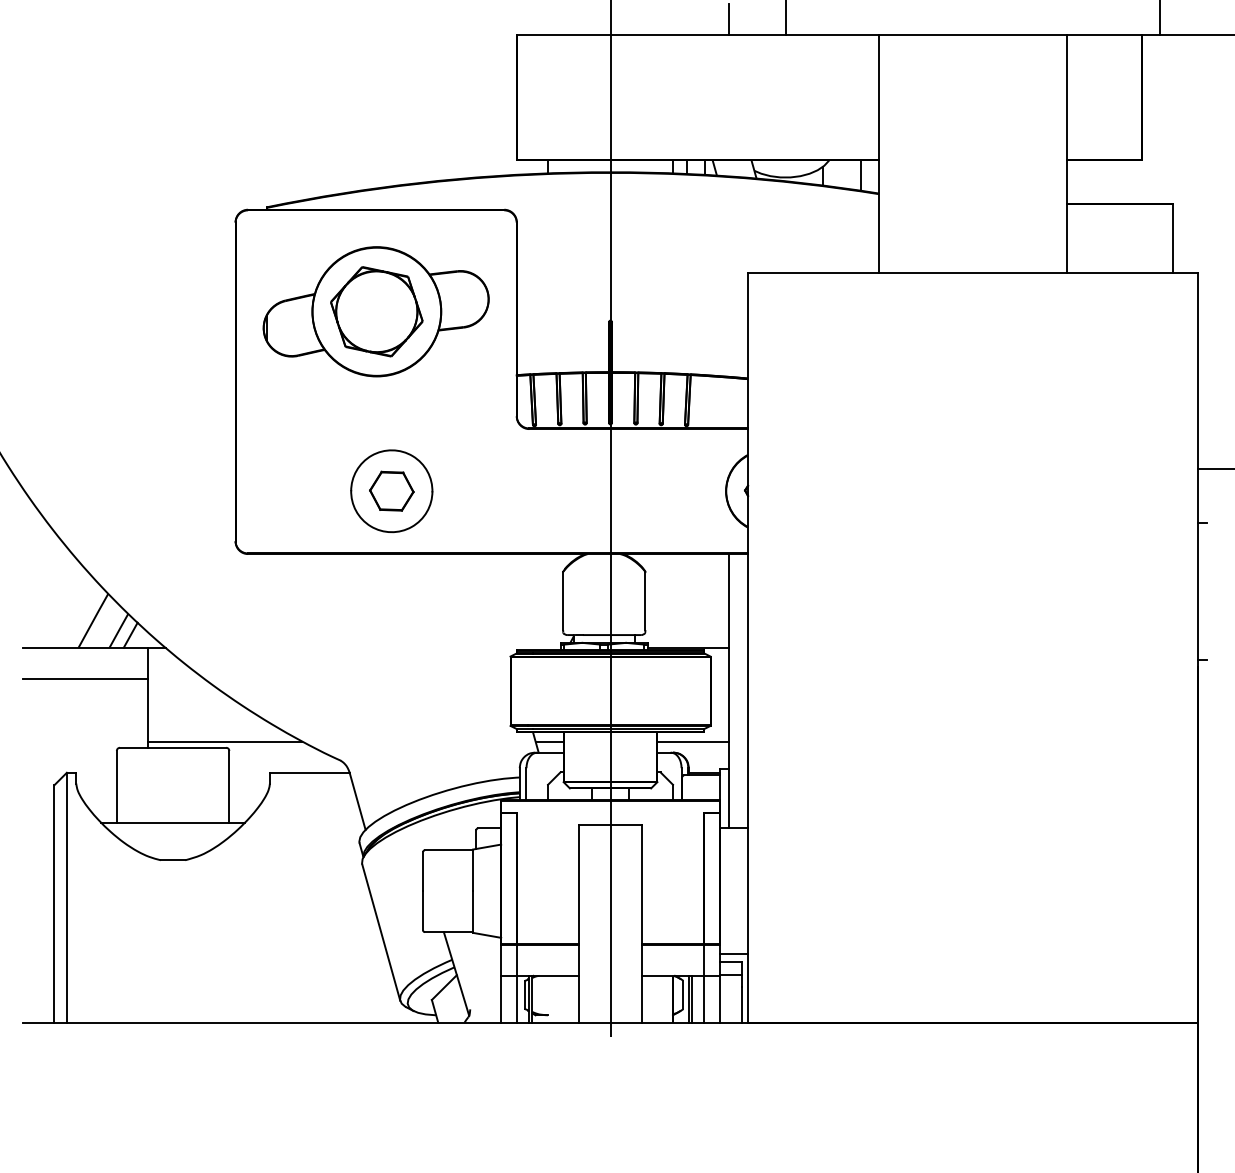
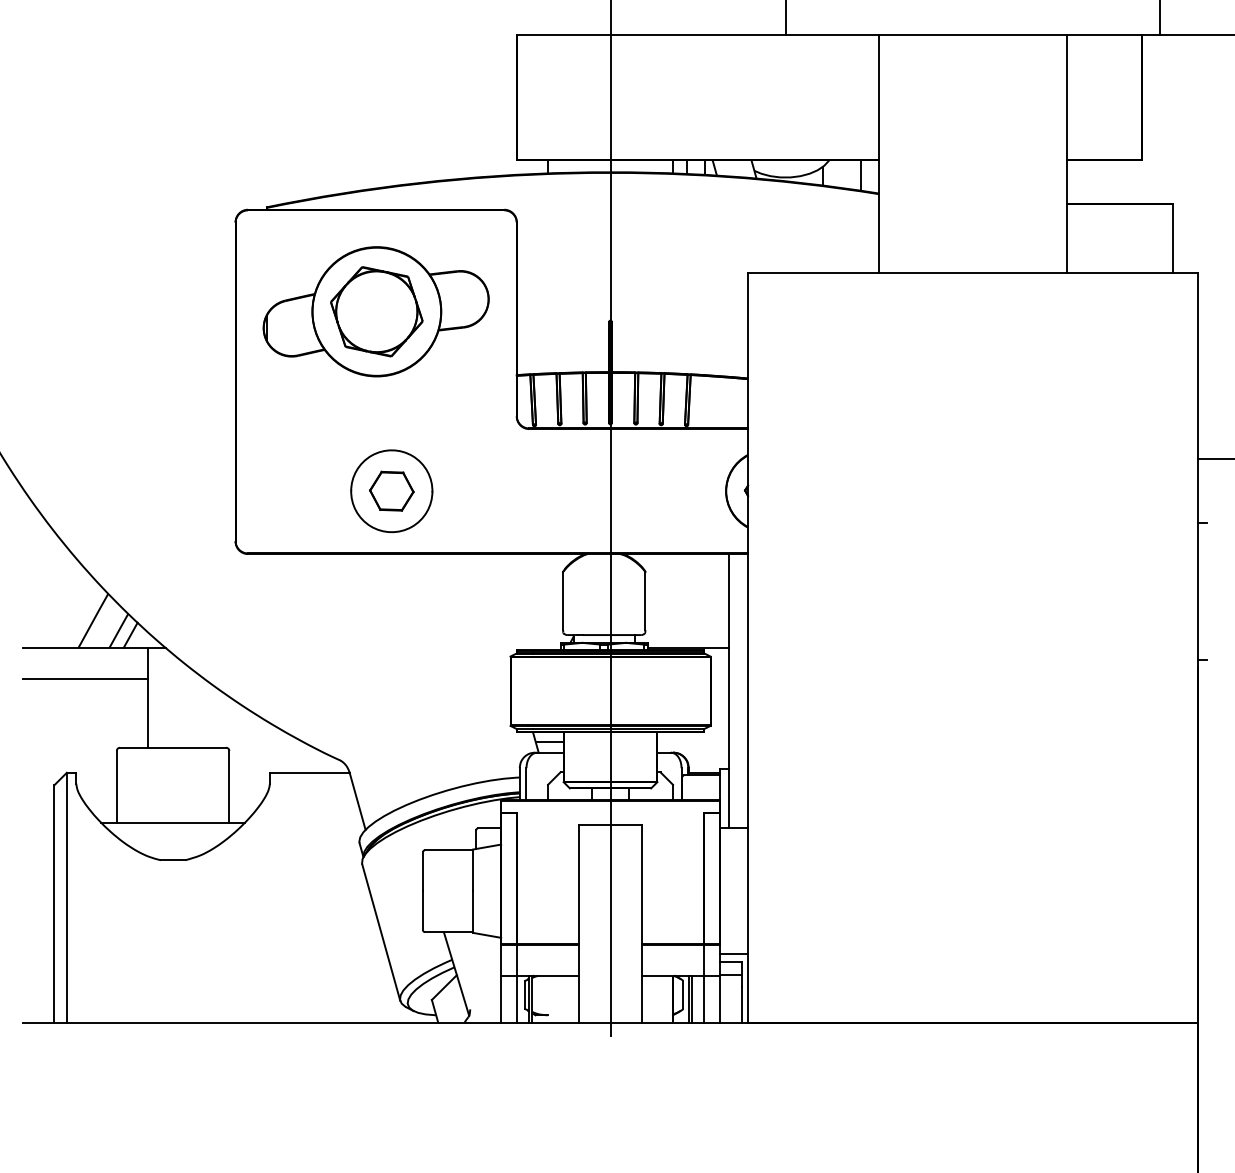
line at (729, 19): present -> none
line at (1214, 469) position: (1214, 469) -> (1214, 459)
line at (225, 741): present -> none
line at (693, 741): present -> none
